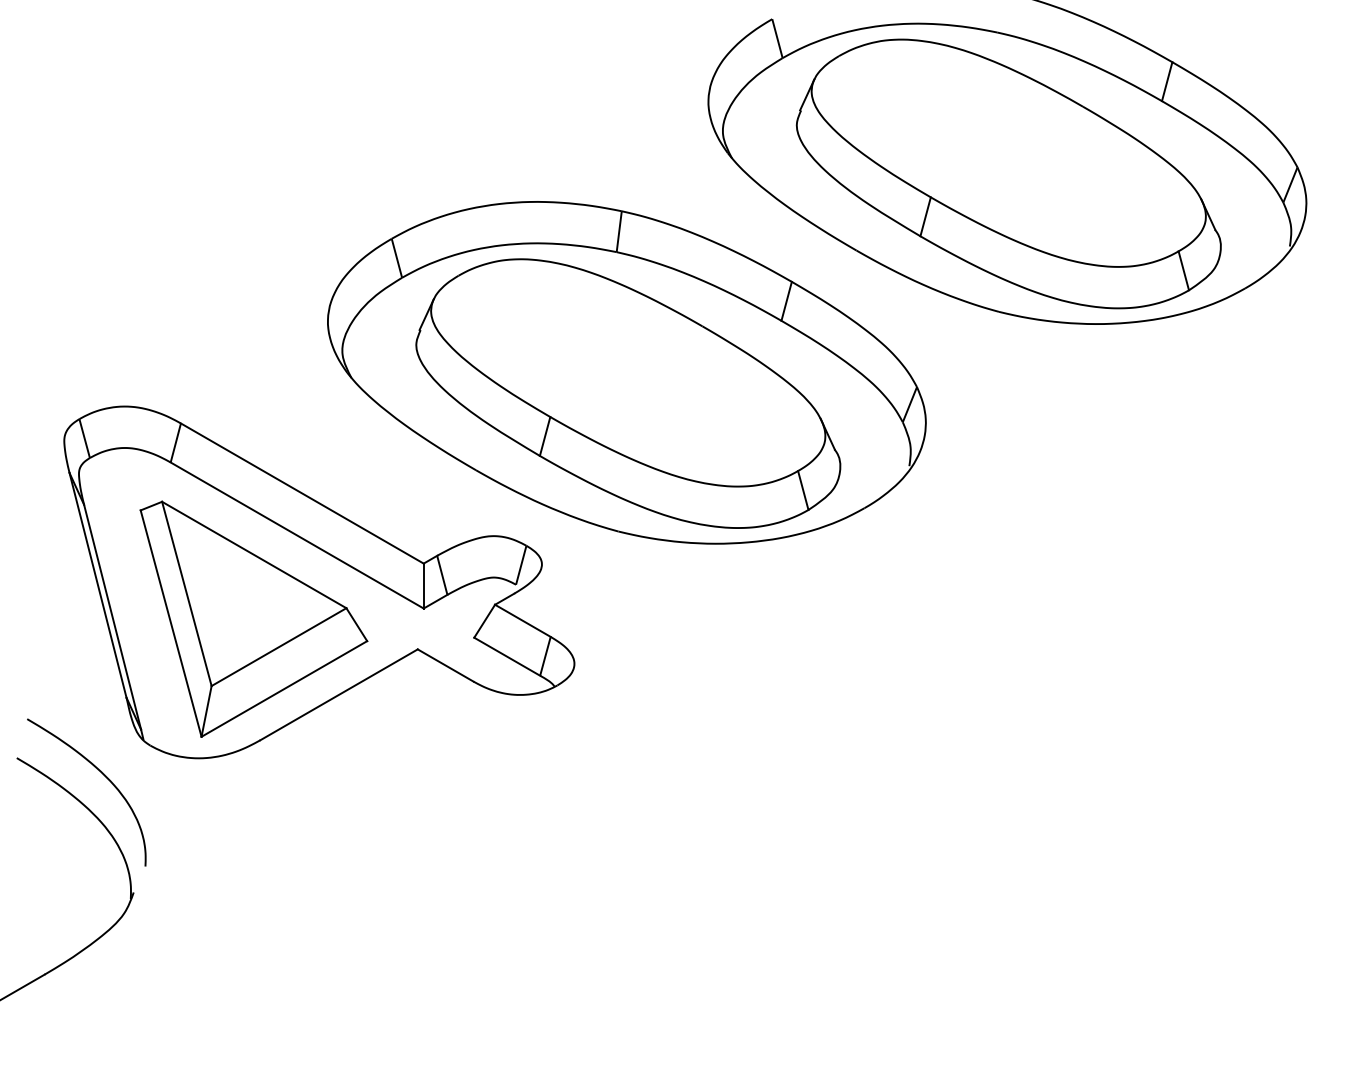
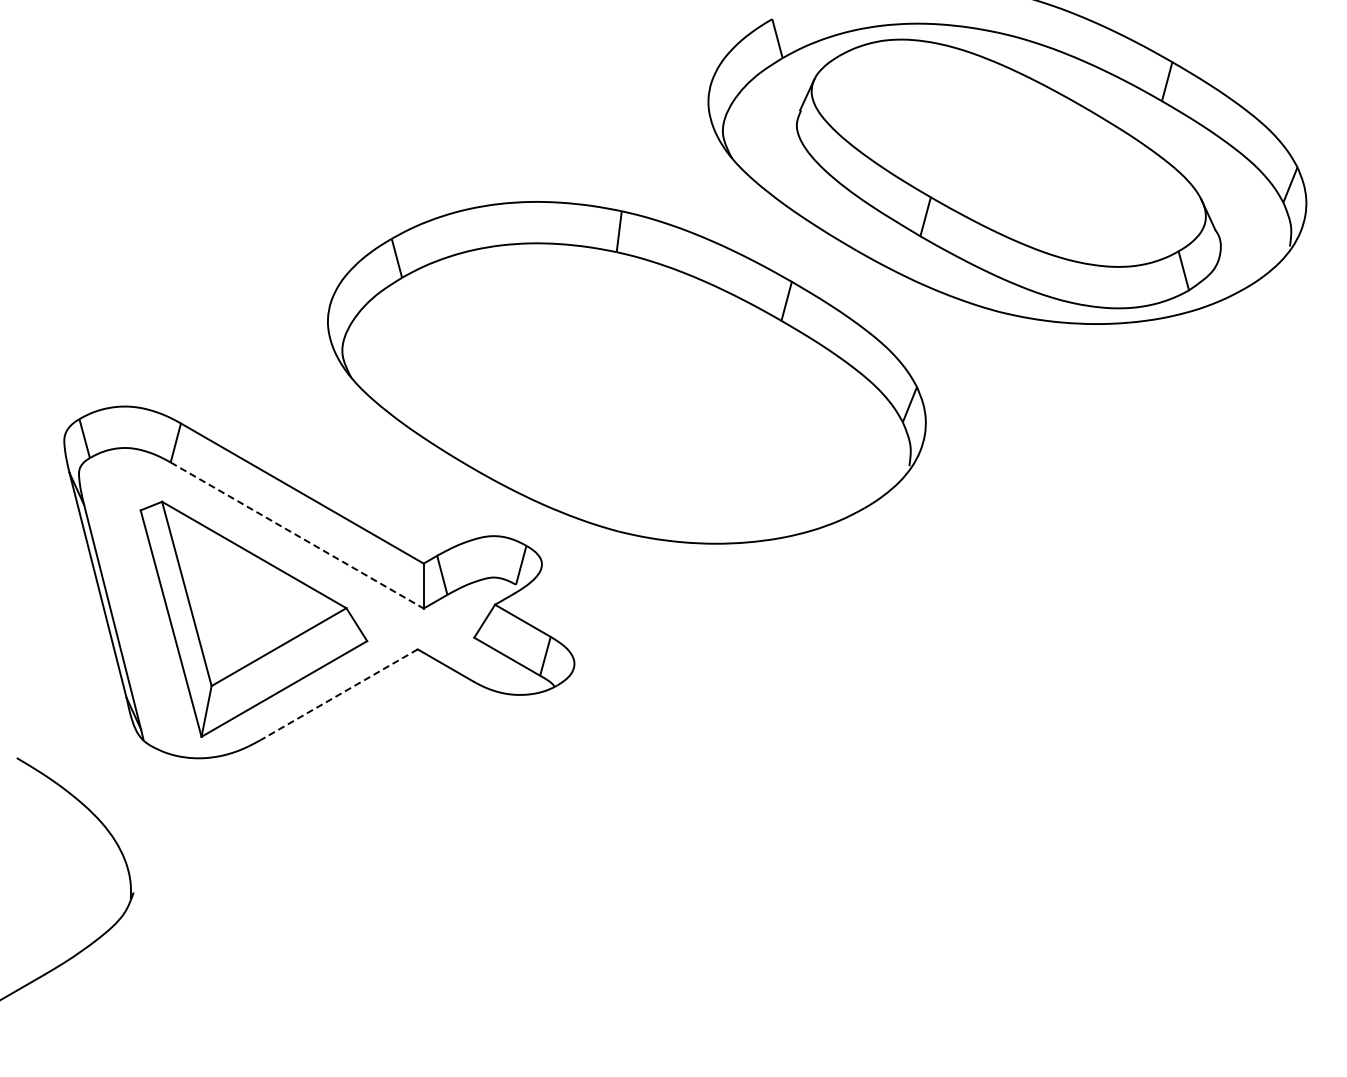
part at (628, 393): present -> none
line at (297, 535): solid -> dashed
line at (339, 694): solid -> dashed
curve at (103, 775): present -> none
